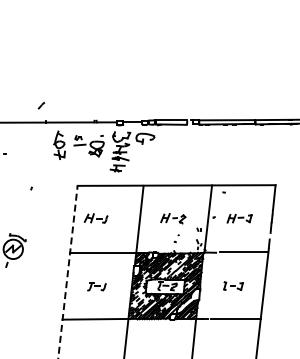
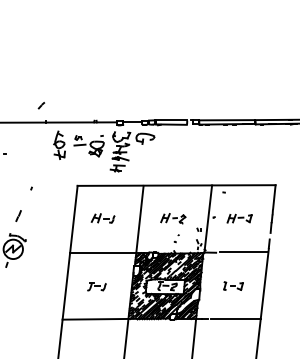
part at (18, 215): none -> present
part at (95, 218) position: (95, 218) -> (102, 218)
line at (67, 272): dashed -> solid
